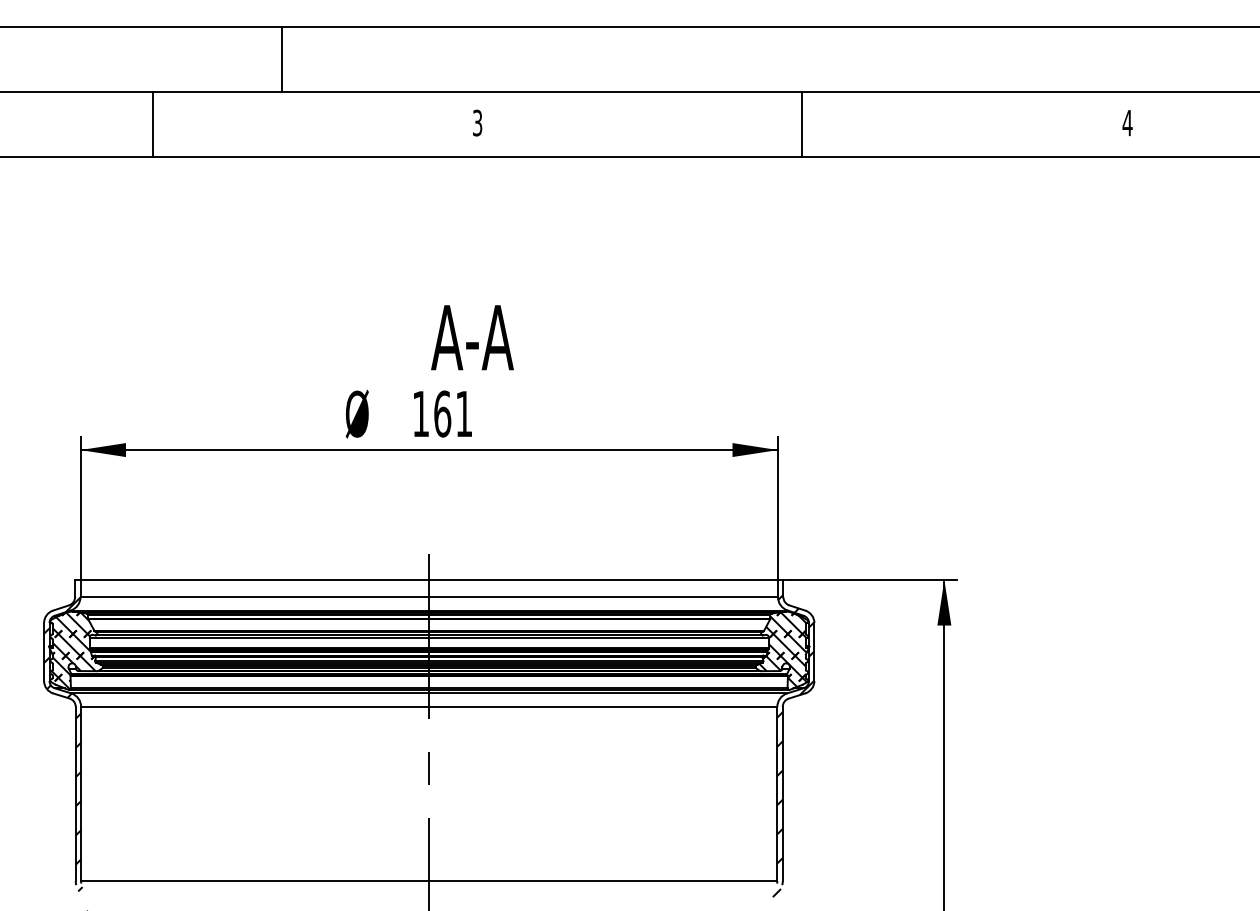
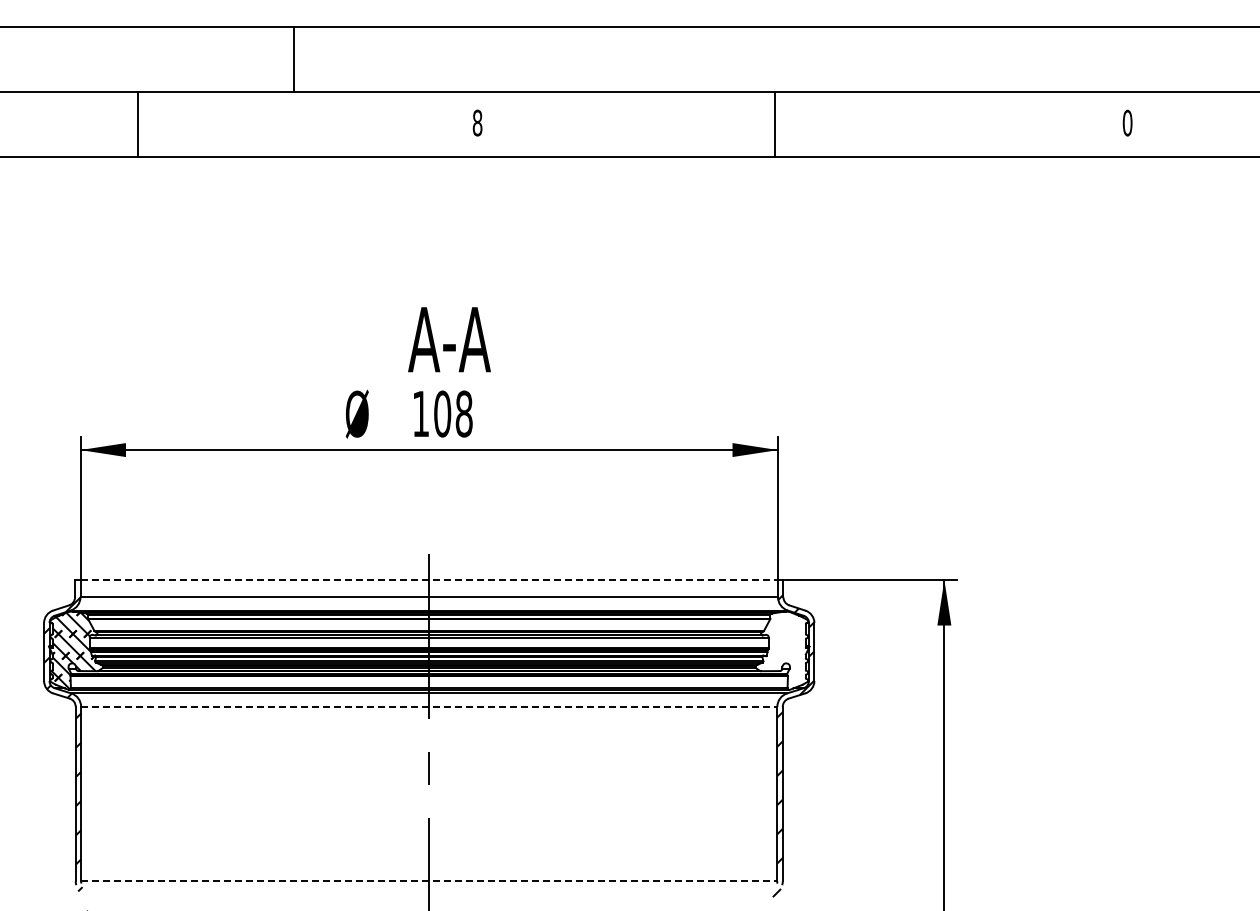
line at (282, 59) position: (282, 59) -> (294, 59)
text at (477, 122): 3 -> 8
text at (1127, 122): 4 -> 0
line at (152, 124) position: (152, 124) -> (137, 124)
line at (802, 124) position: (802, 124) -> (775, 124)
text at (472, 337) position: (472, 337) -> (449, 339)
text at (453, 413): 161 -> 108
line at (429, 580): solid -> dashed
hatch at (783, 649): present -> none
line at (429, 706): solid -> dashed
line at (429, 881): solid -> dashed
